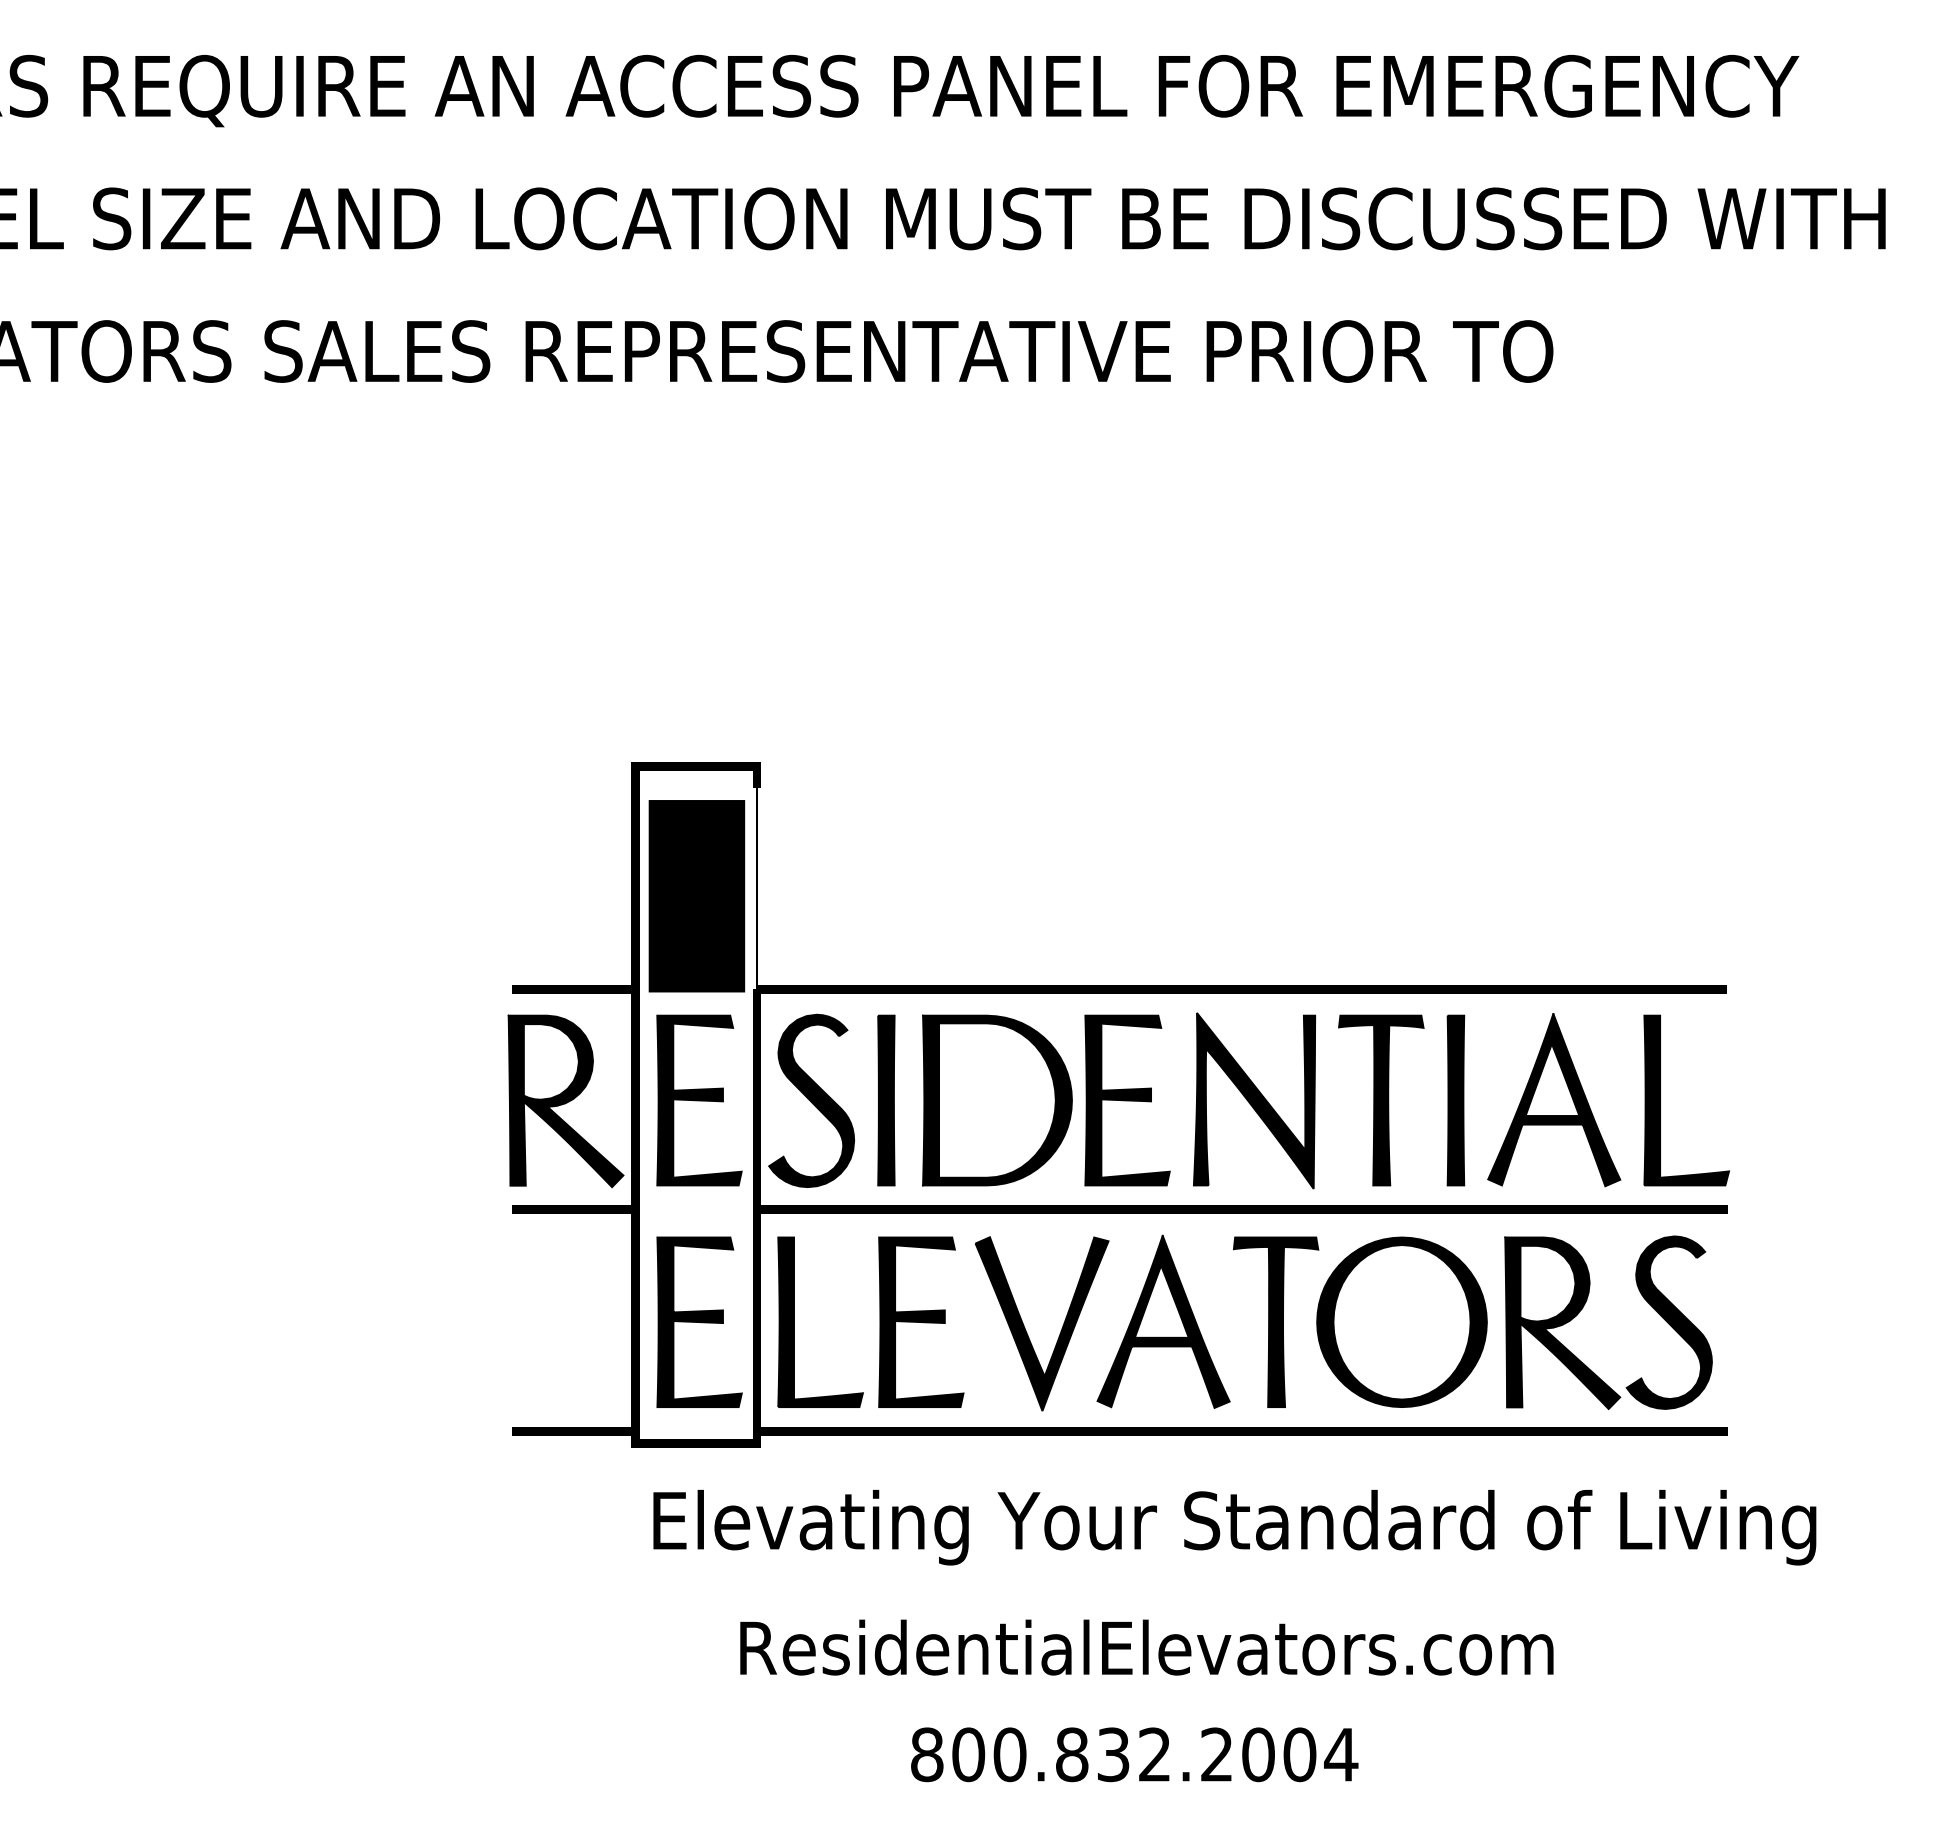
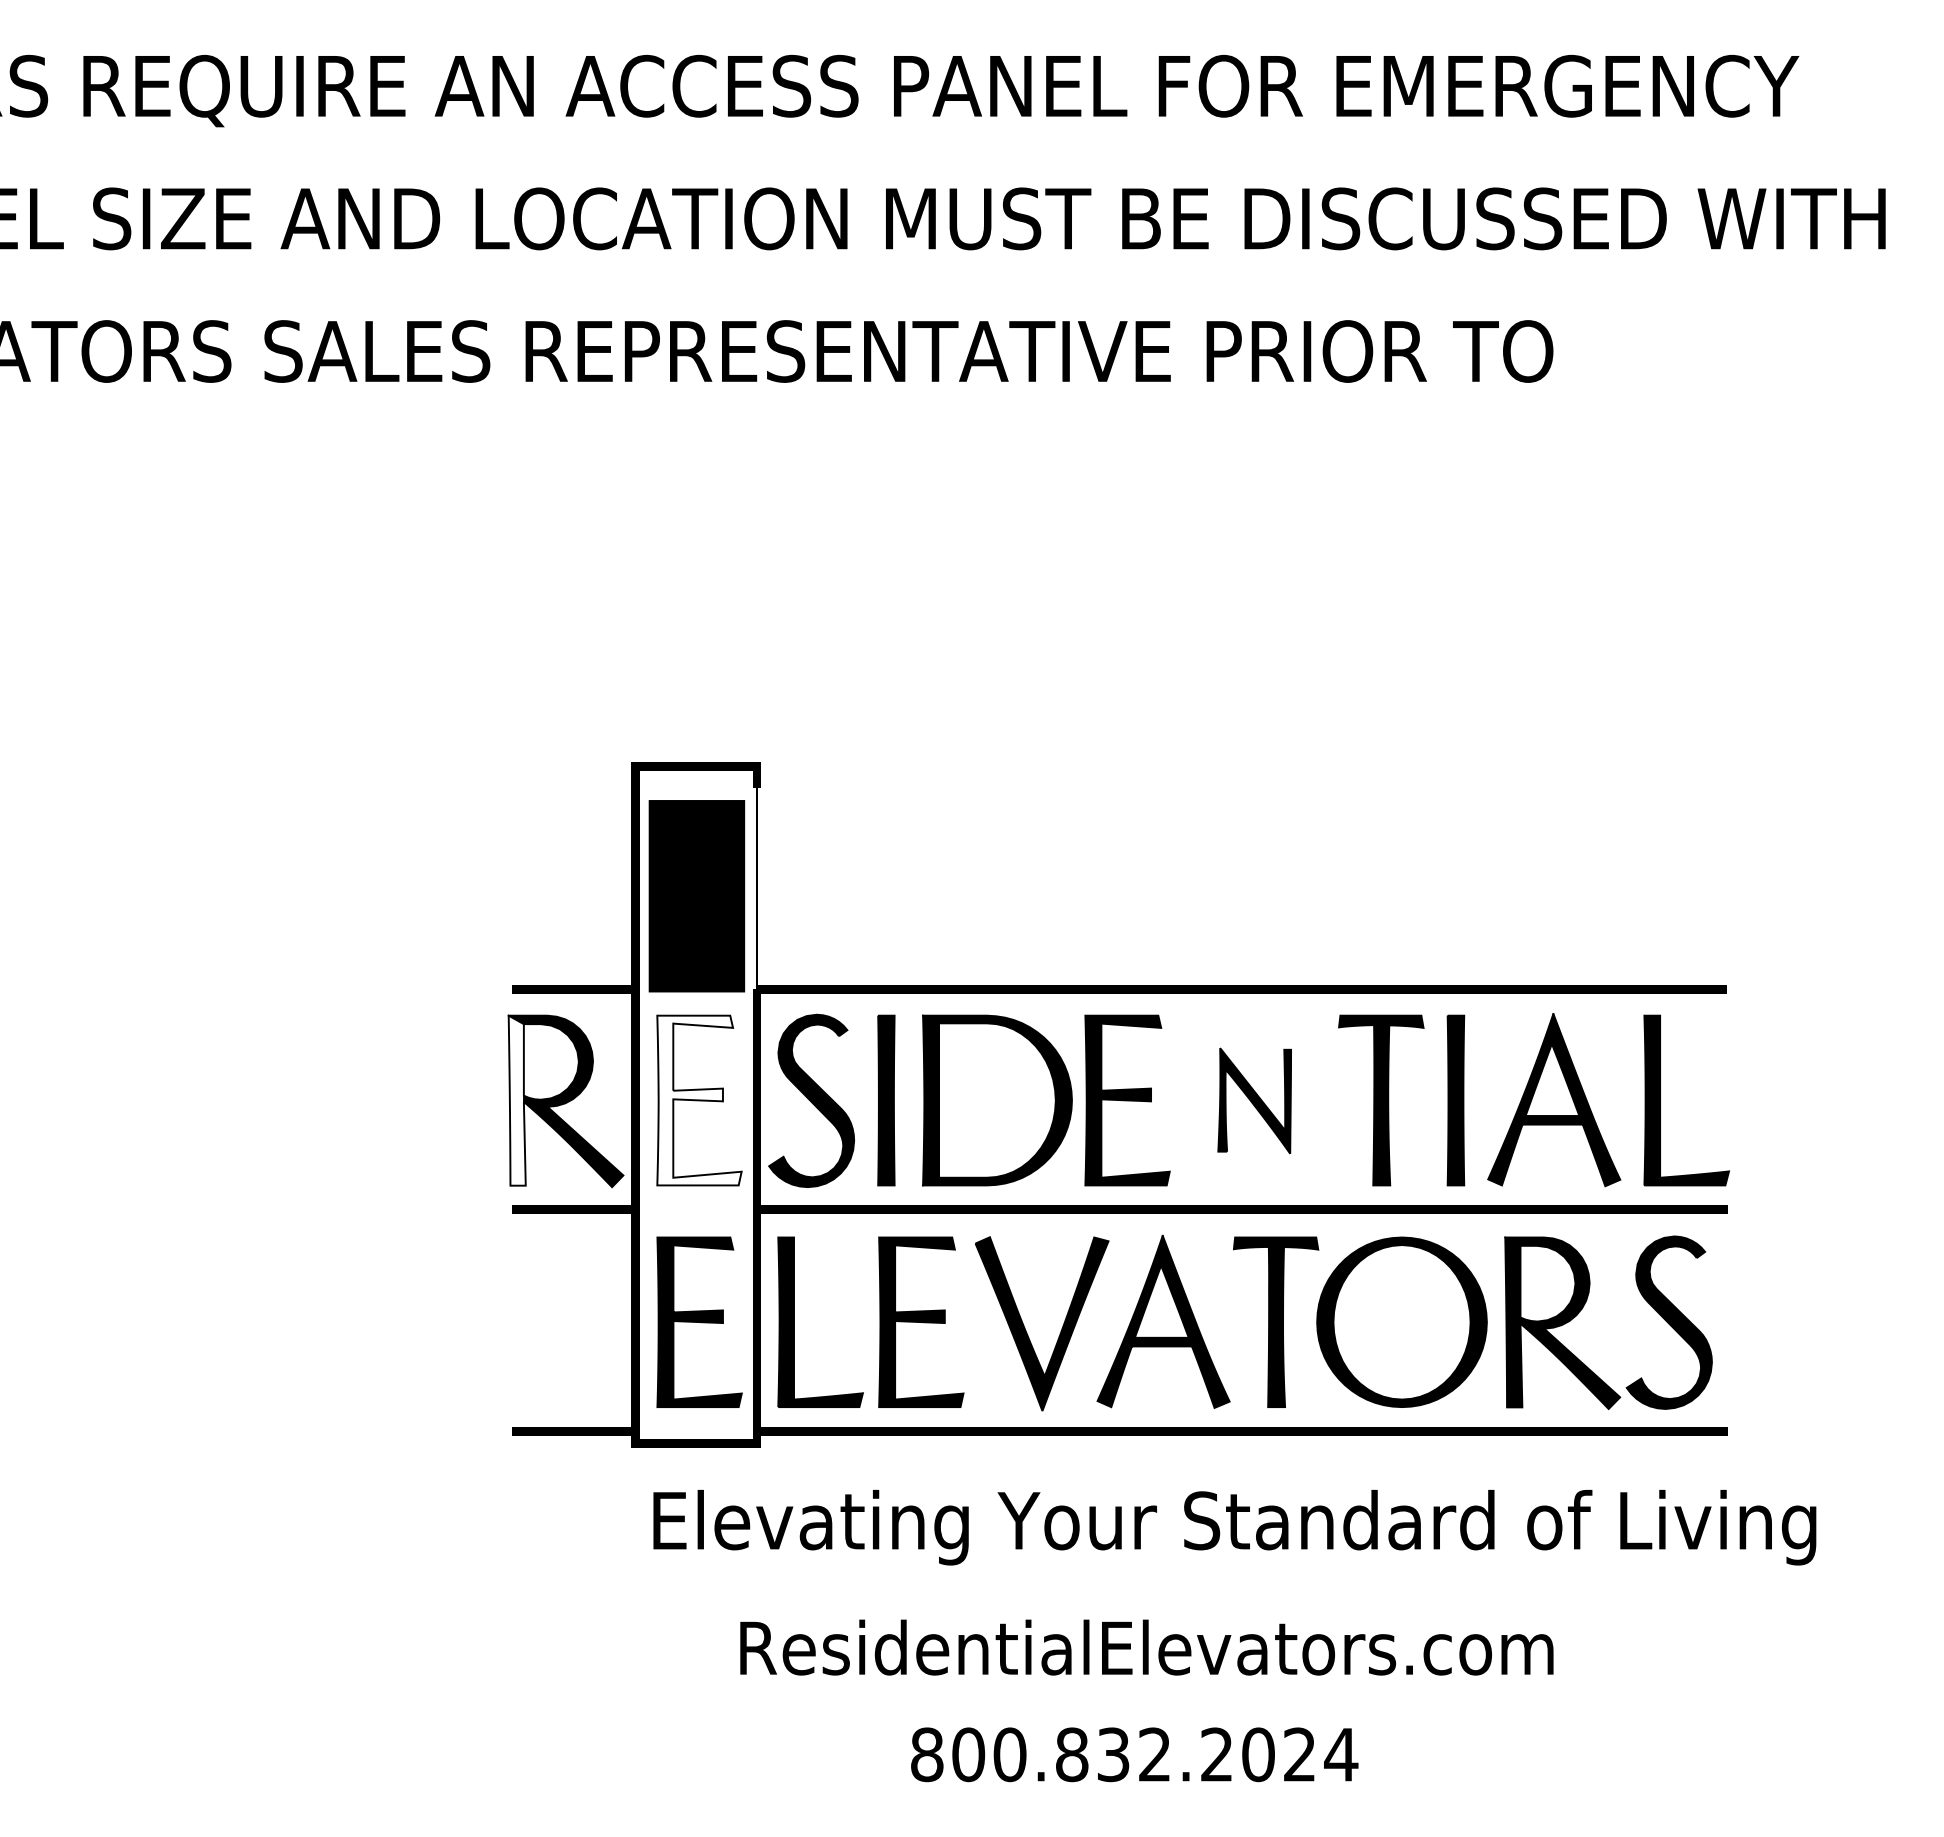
fill at (516, 1100): present -> none
fill at (699, 1100): present -> none
part at (1254, 1100) size: 124x178 px -> 75x108 px
text at (1299, 1754): 800.832.2004 -> 800.832.2024
